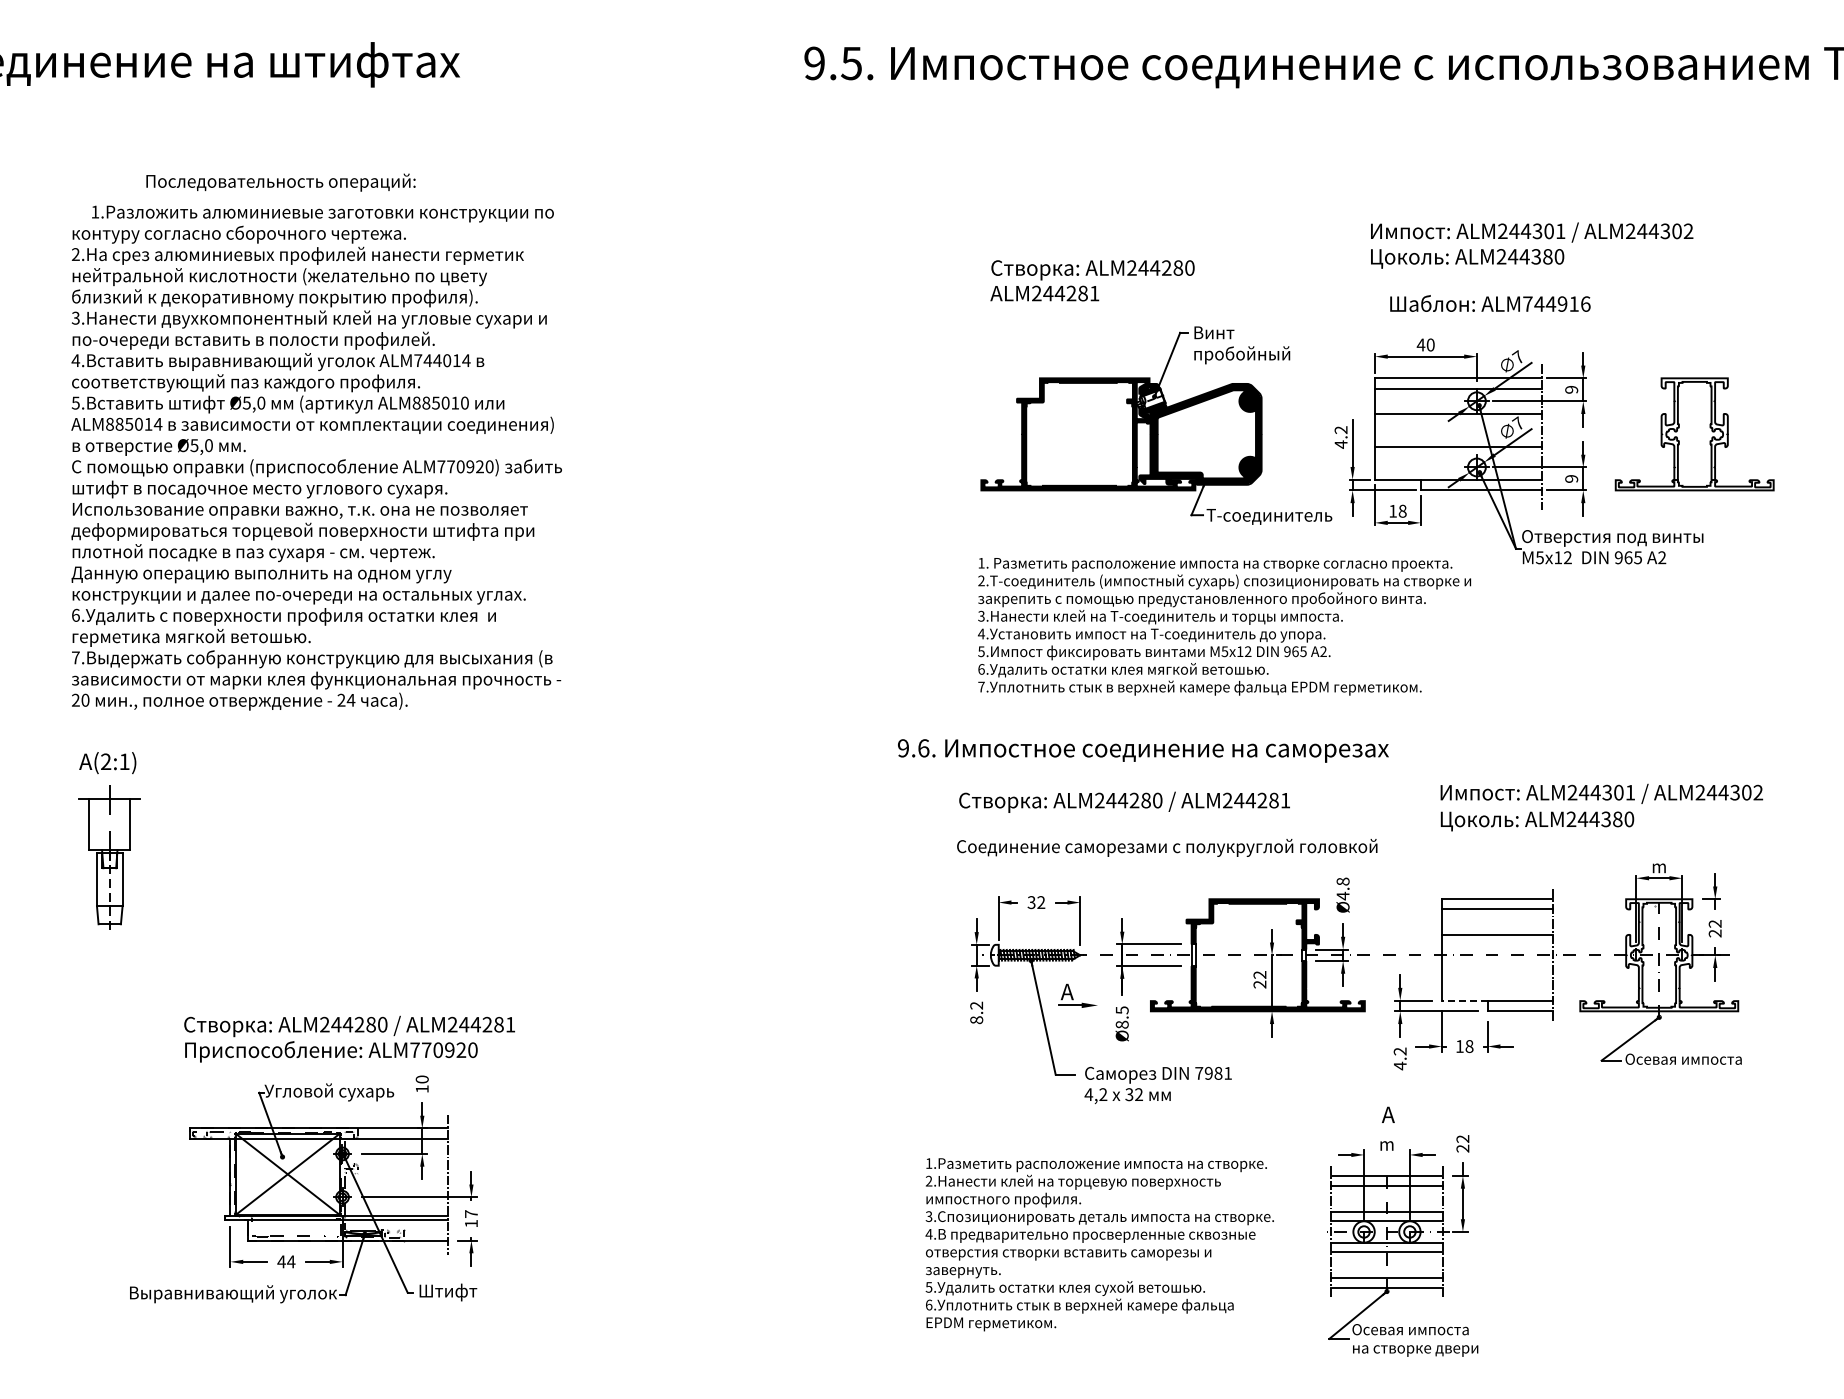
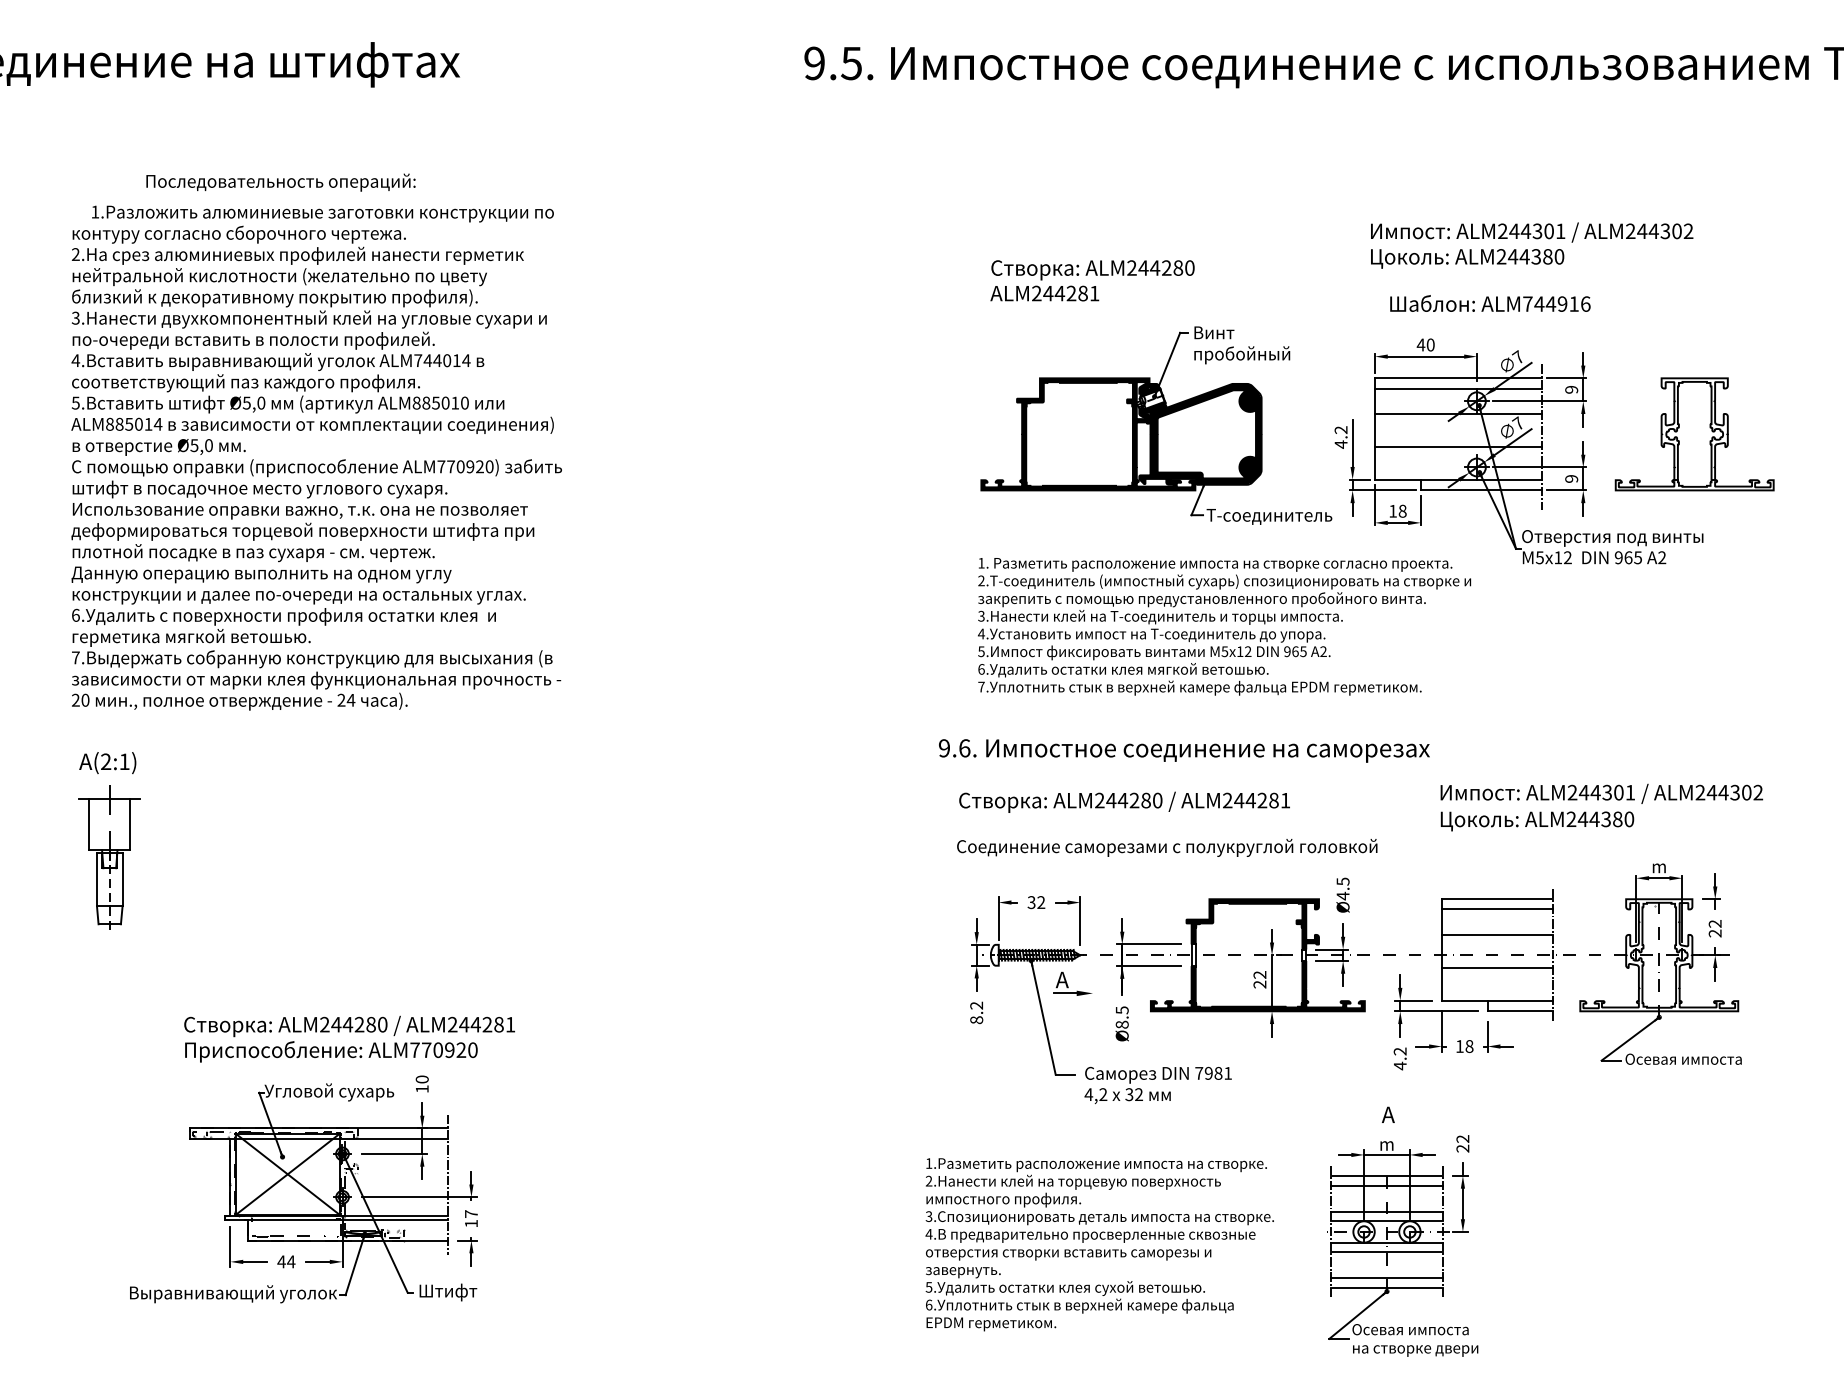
text at (1143, 750) position: (1143, 750) -> (1184, 750)
text at (1342, 881): Ø4.8 -> Ø4.5
line at (1496, 968): none -> present
part at (1077, 995) position: (1077, 995) -> (1072, 983)
line at (1464, 1000): dashed -> solid
line at (1386, 1154): none -> present
